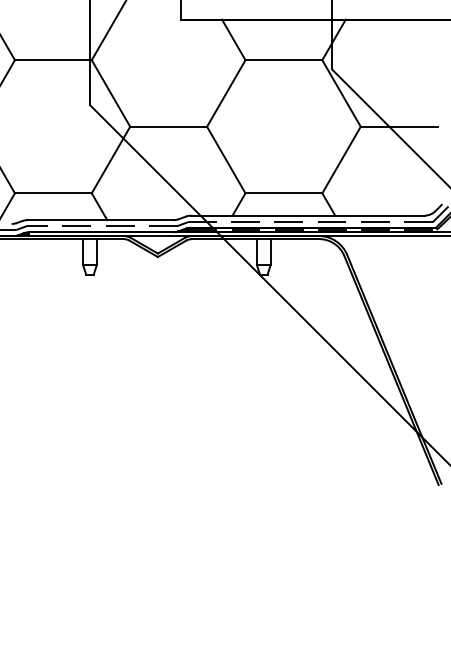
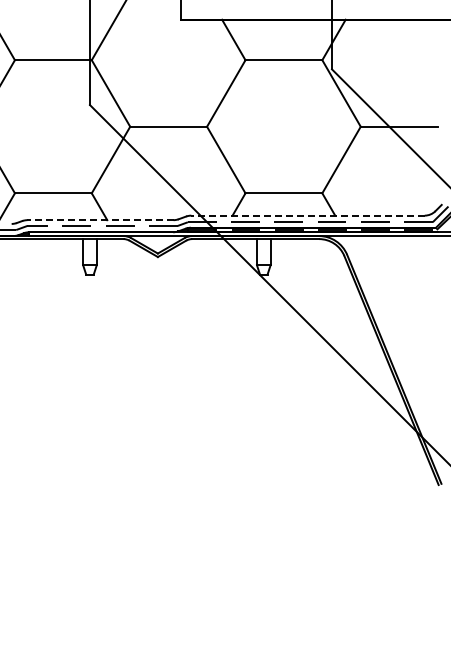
line at (308, 215): solid -> dashed
line at (99, 220): solid -> dashed
